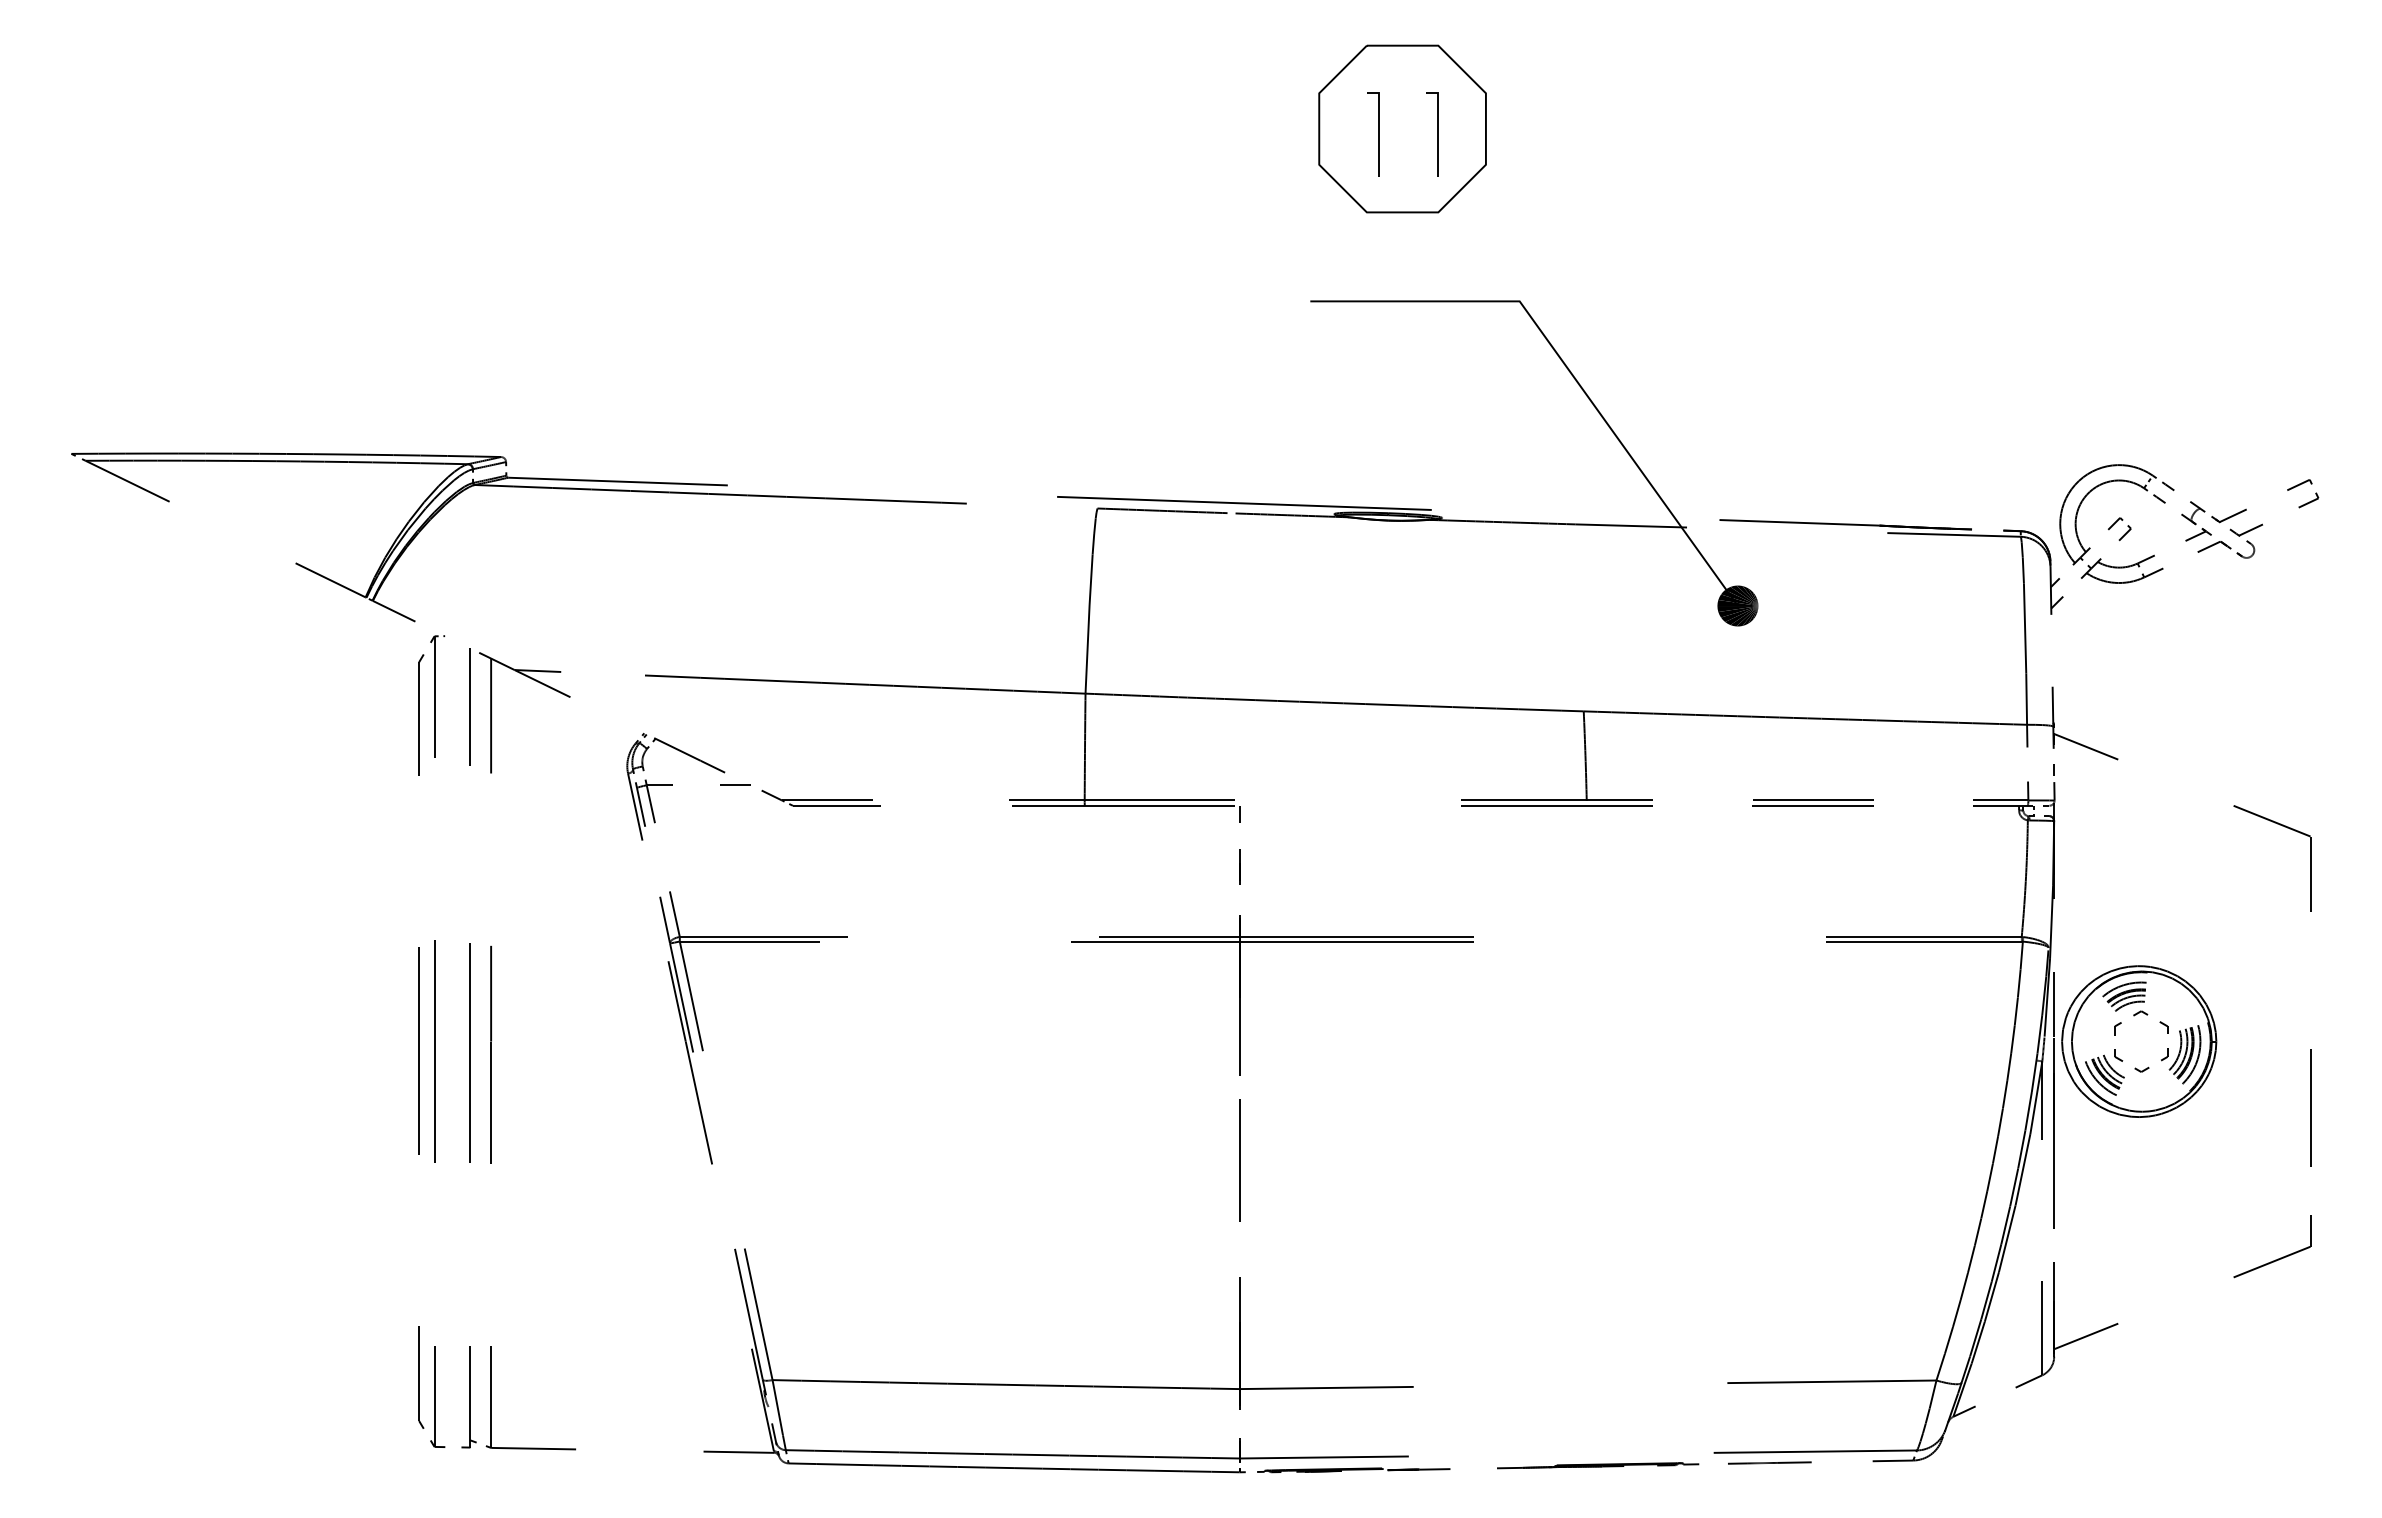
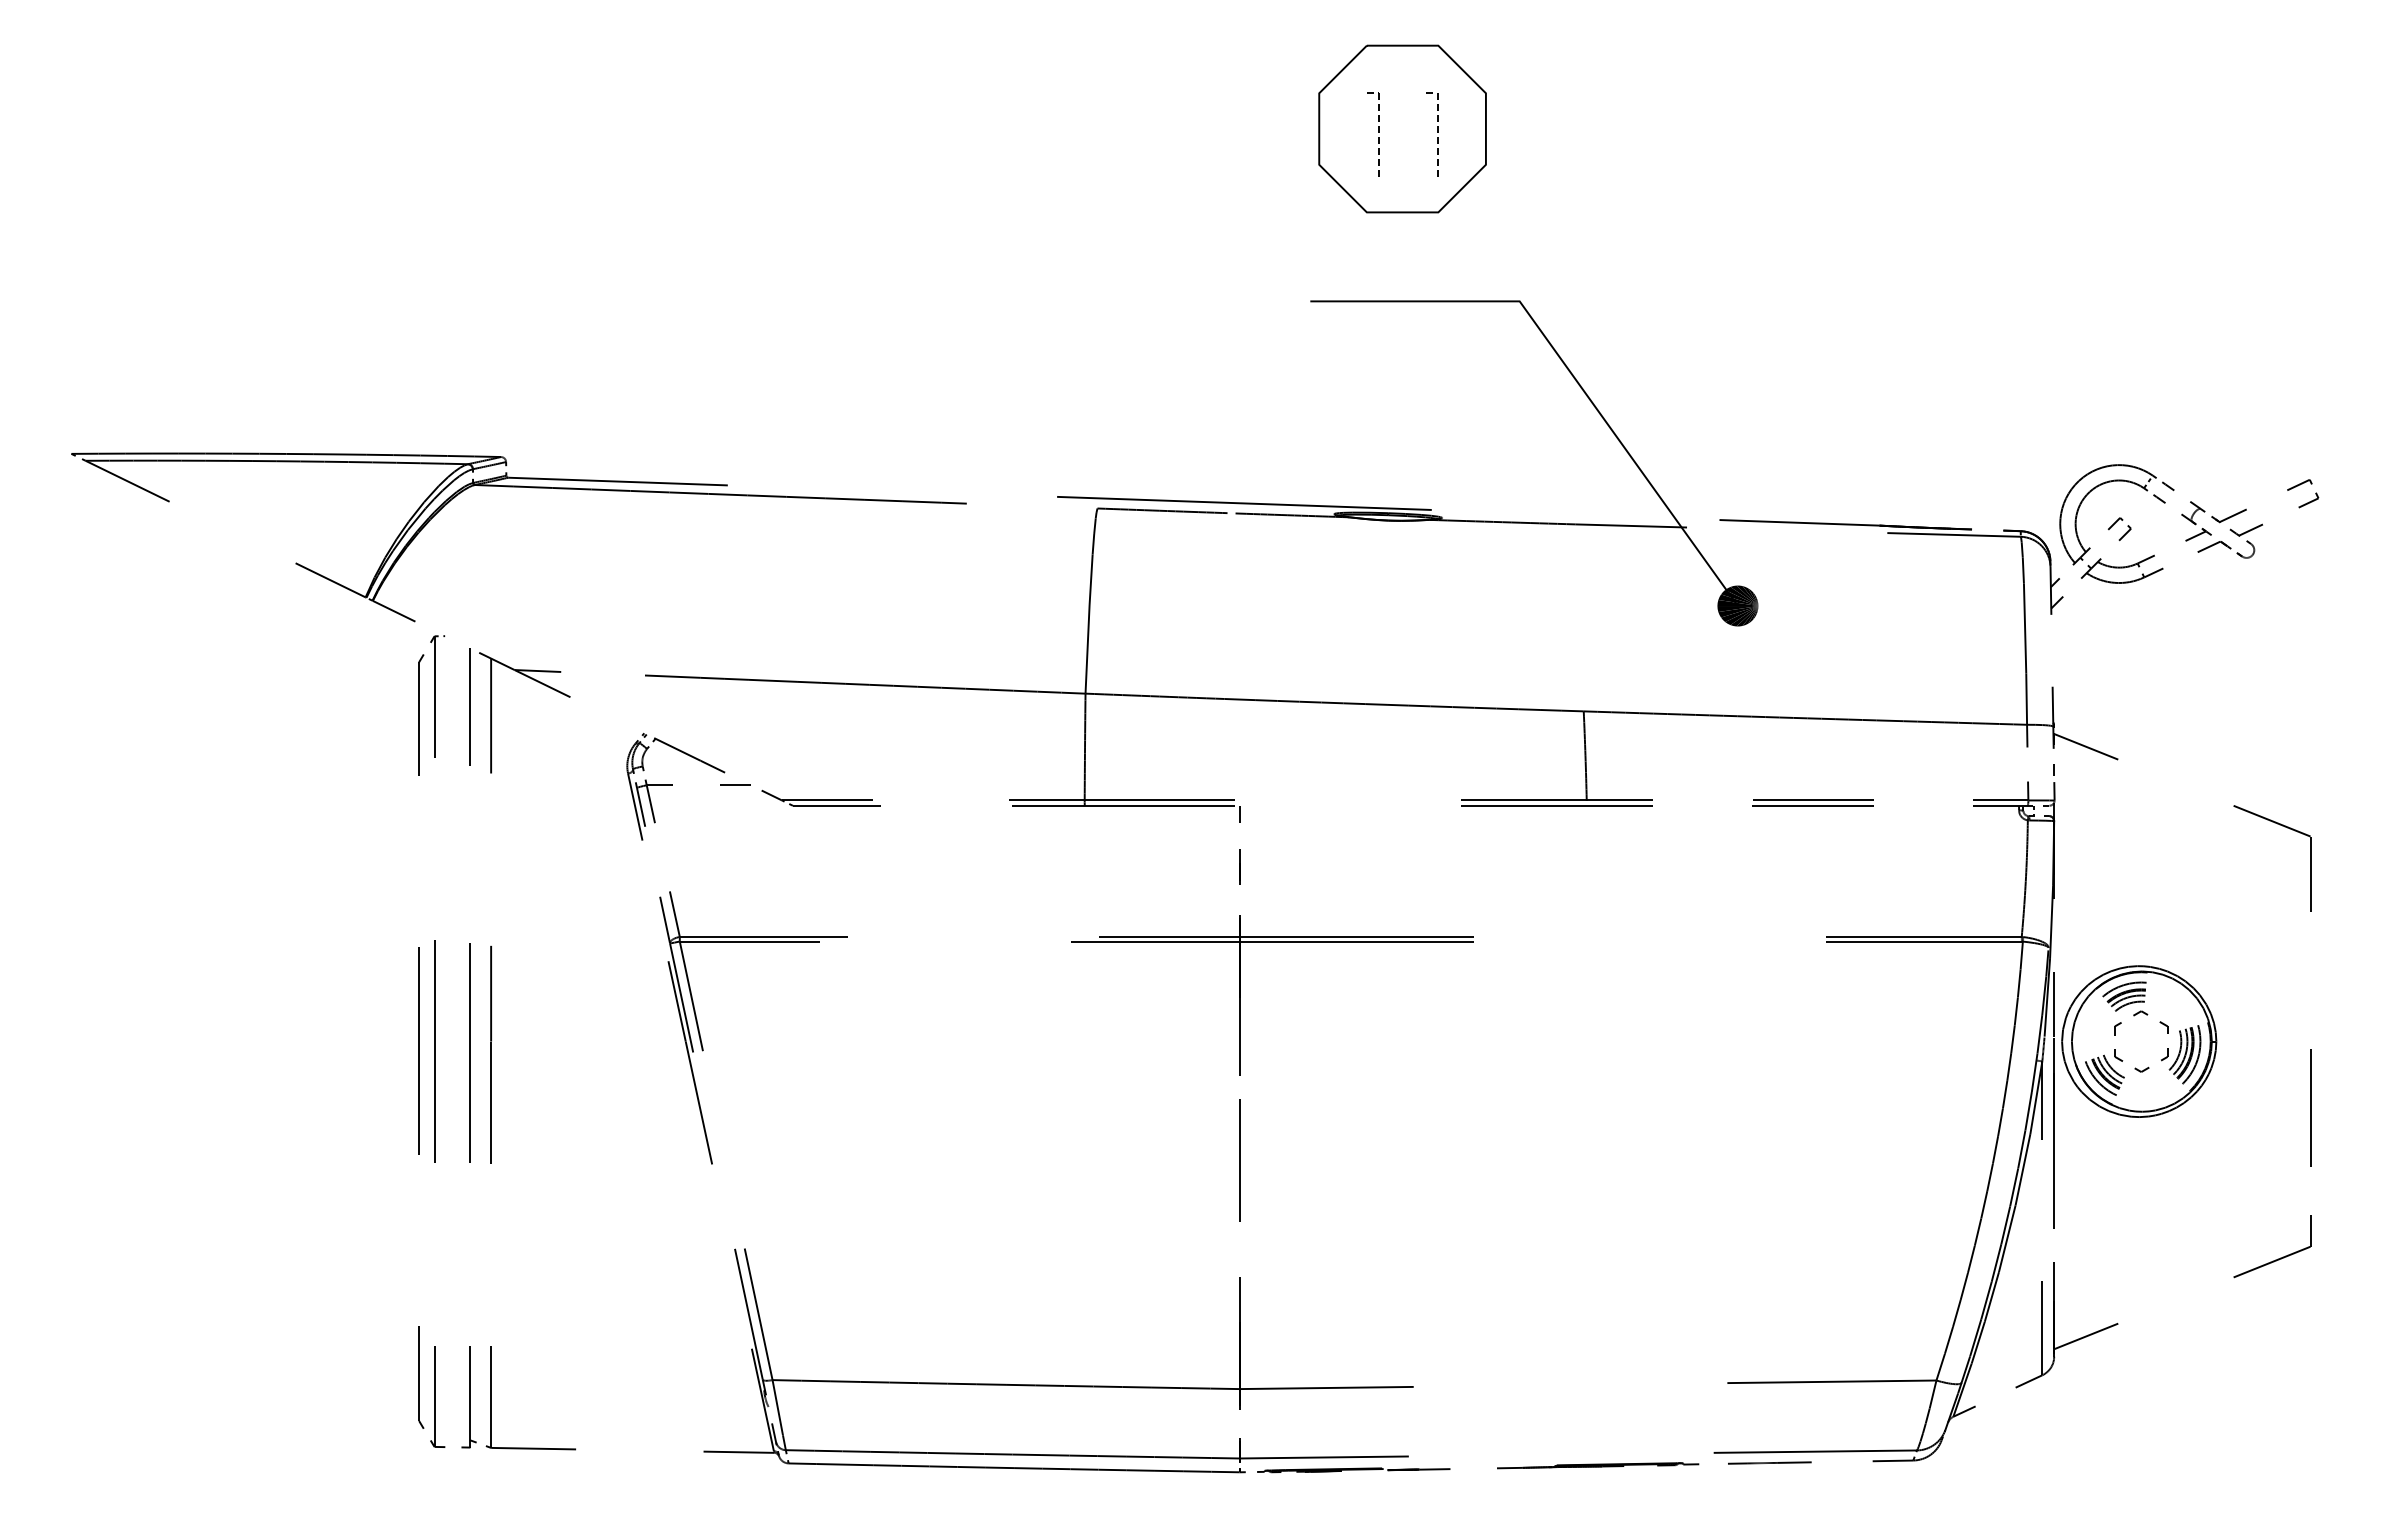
line at (1378, 129): solid -> dashed
line at (1438, 129): solid -> dashed
